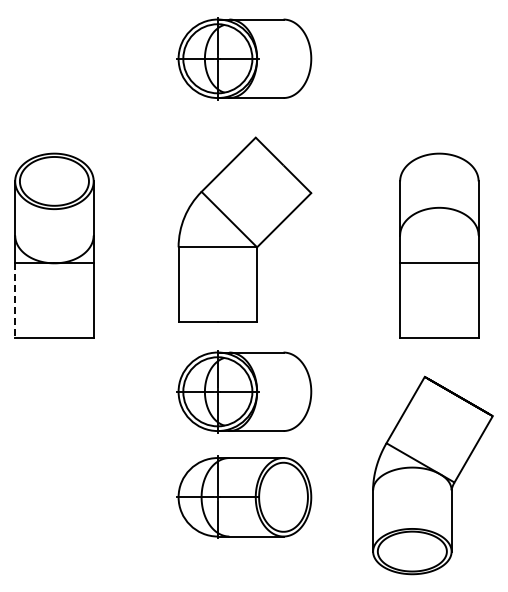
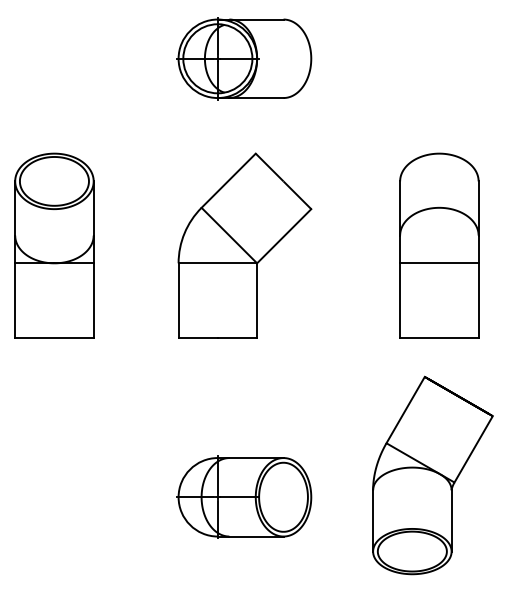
part at (244, 229) position: (244, 229) -> (244, 245)
line at (15, 300): dashed -> solid
part at (244, 391): present -> none
